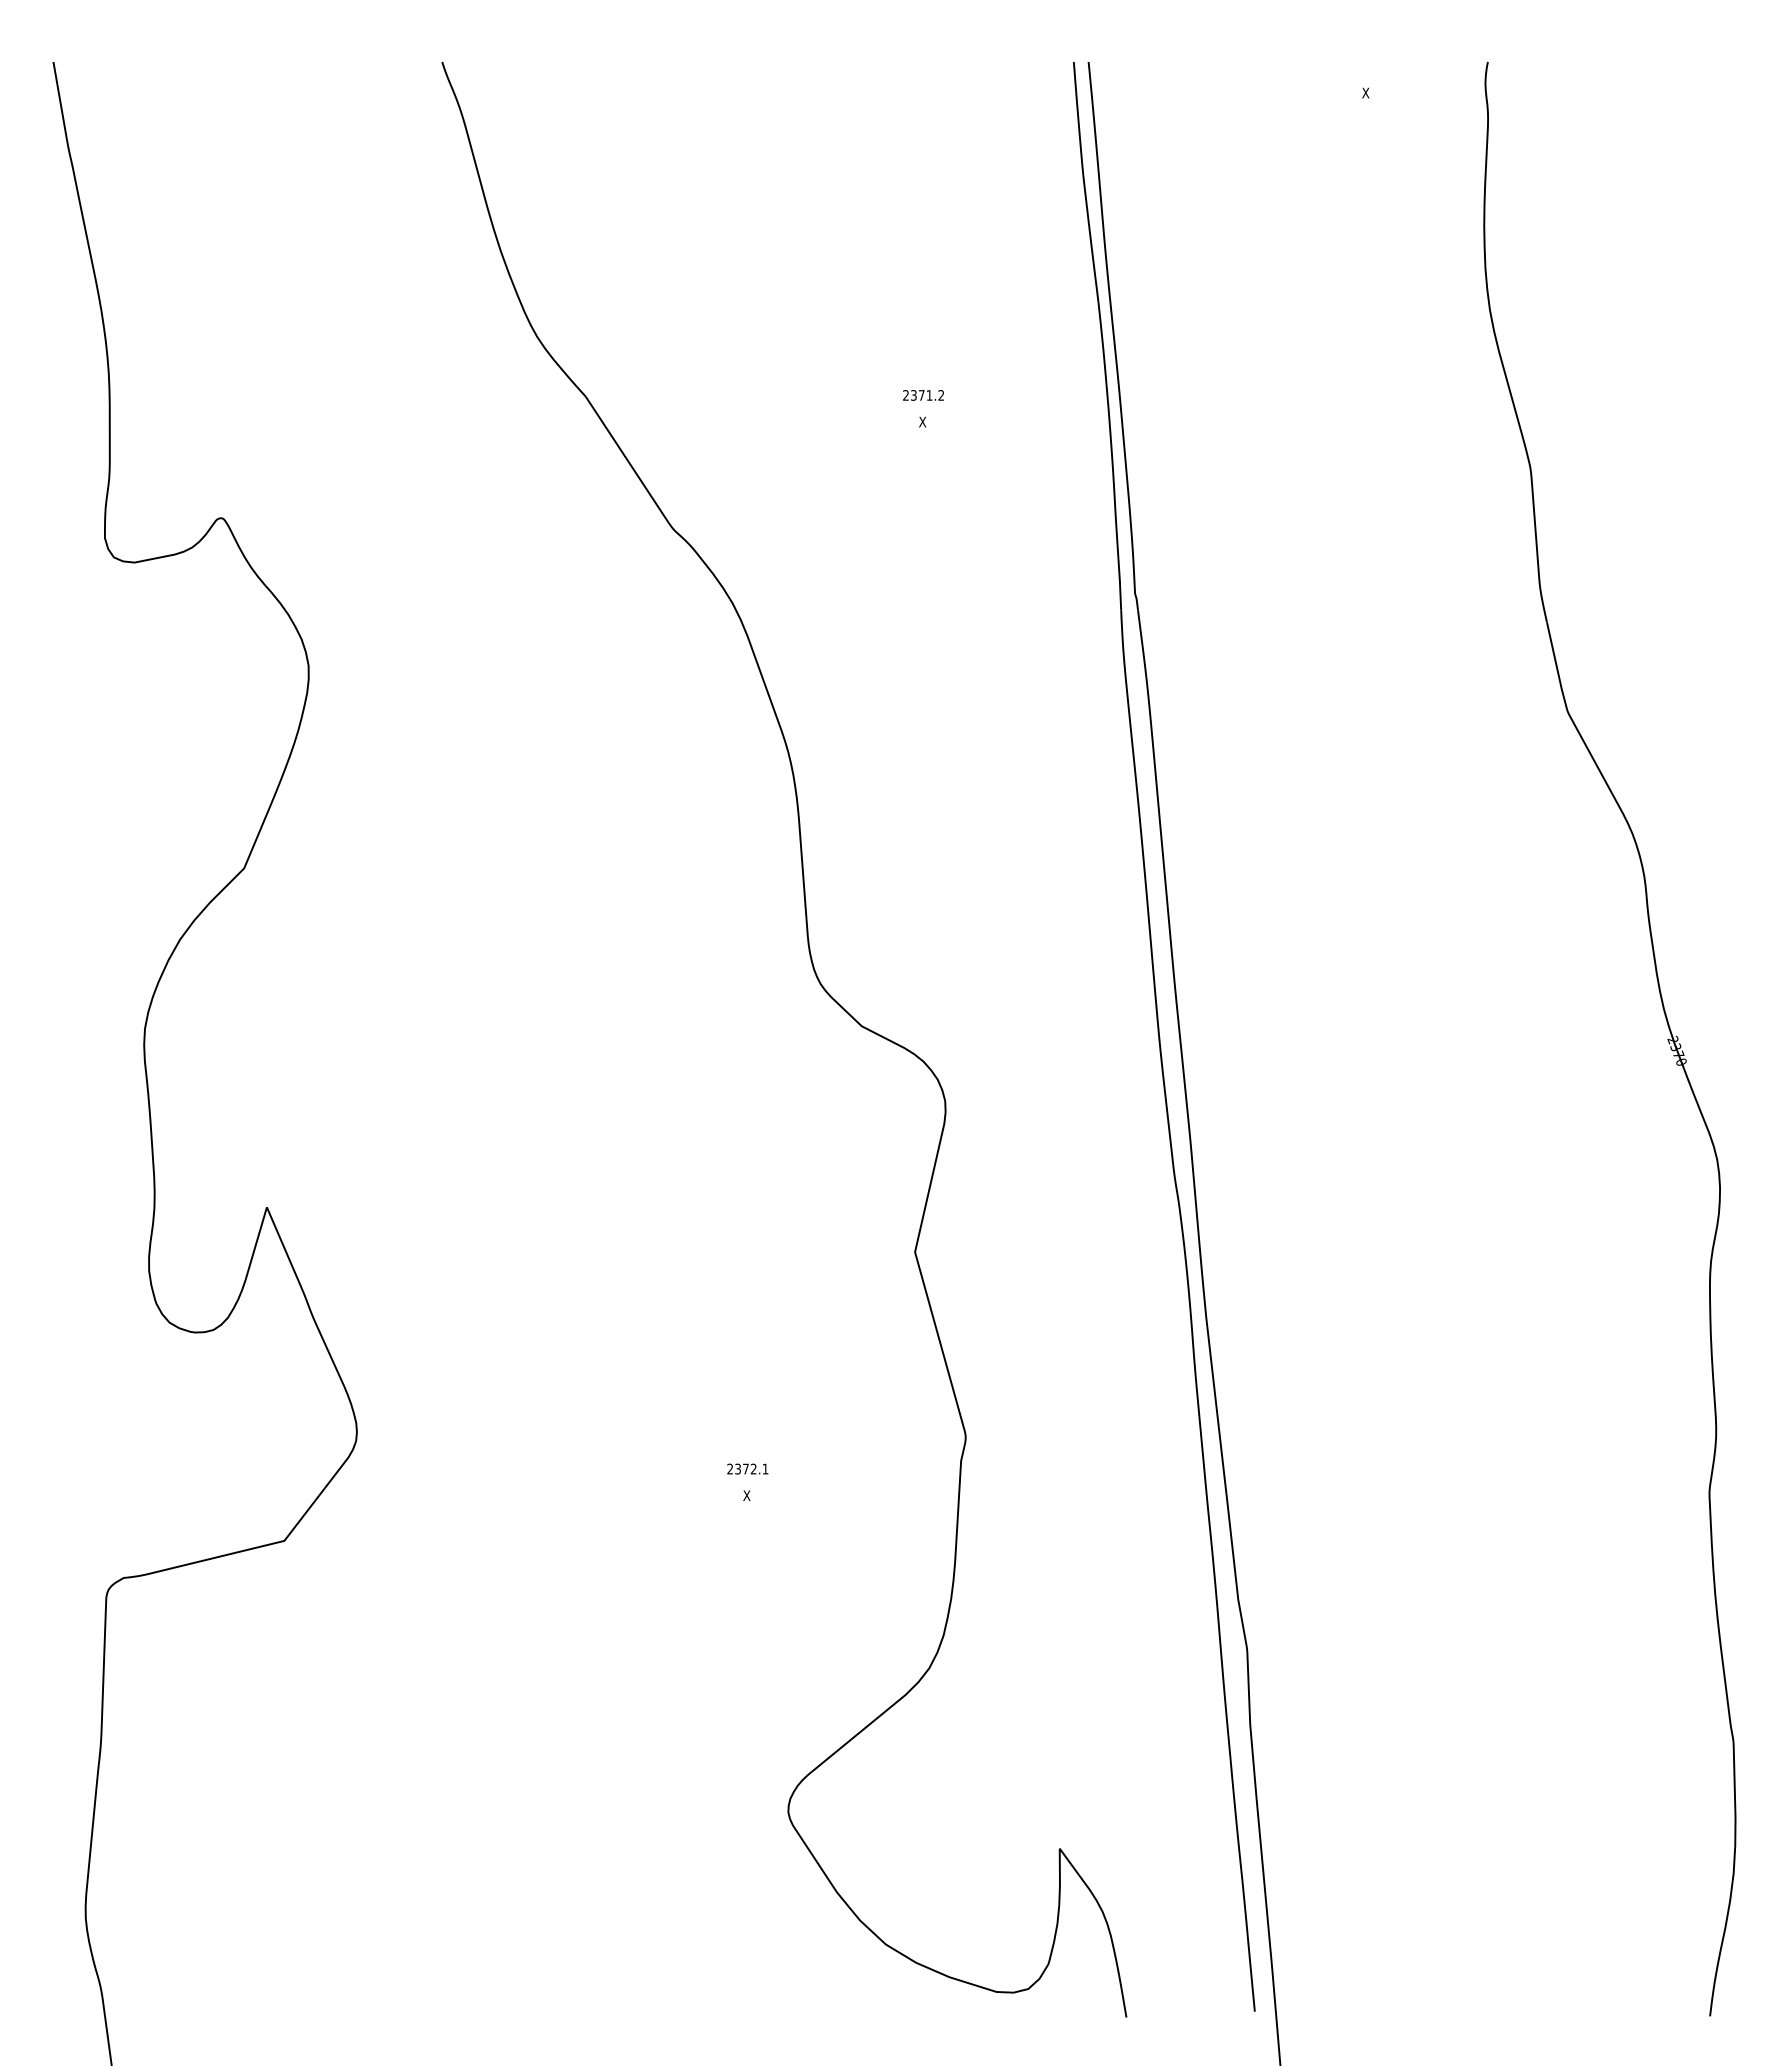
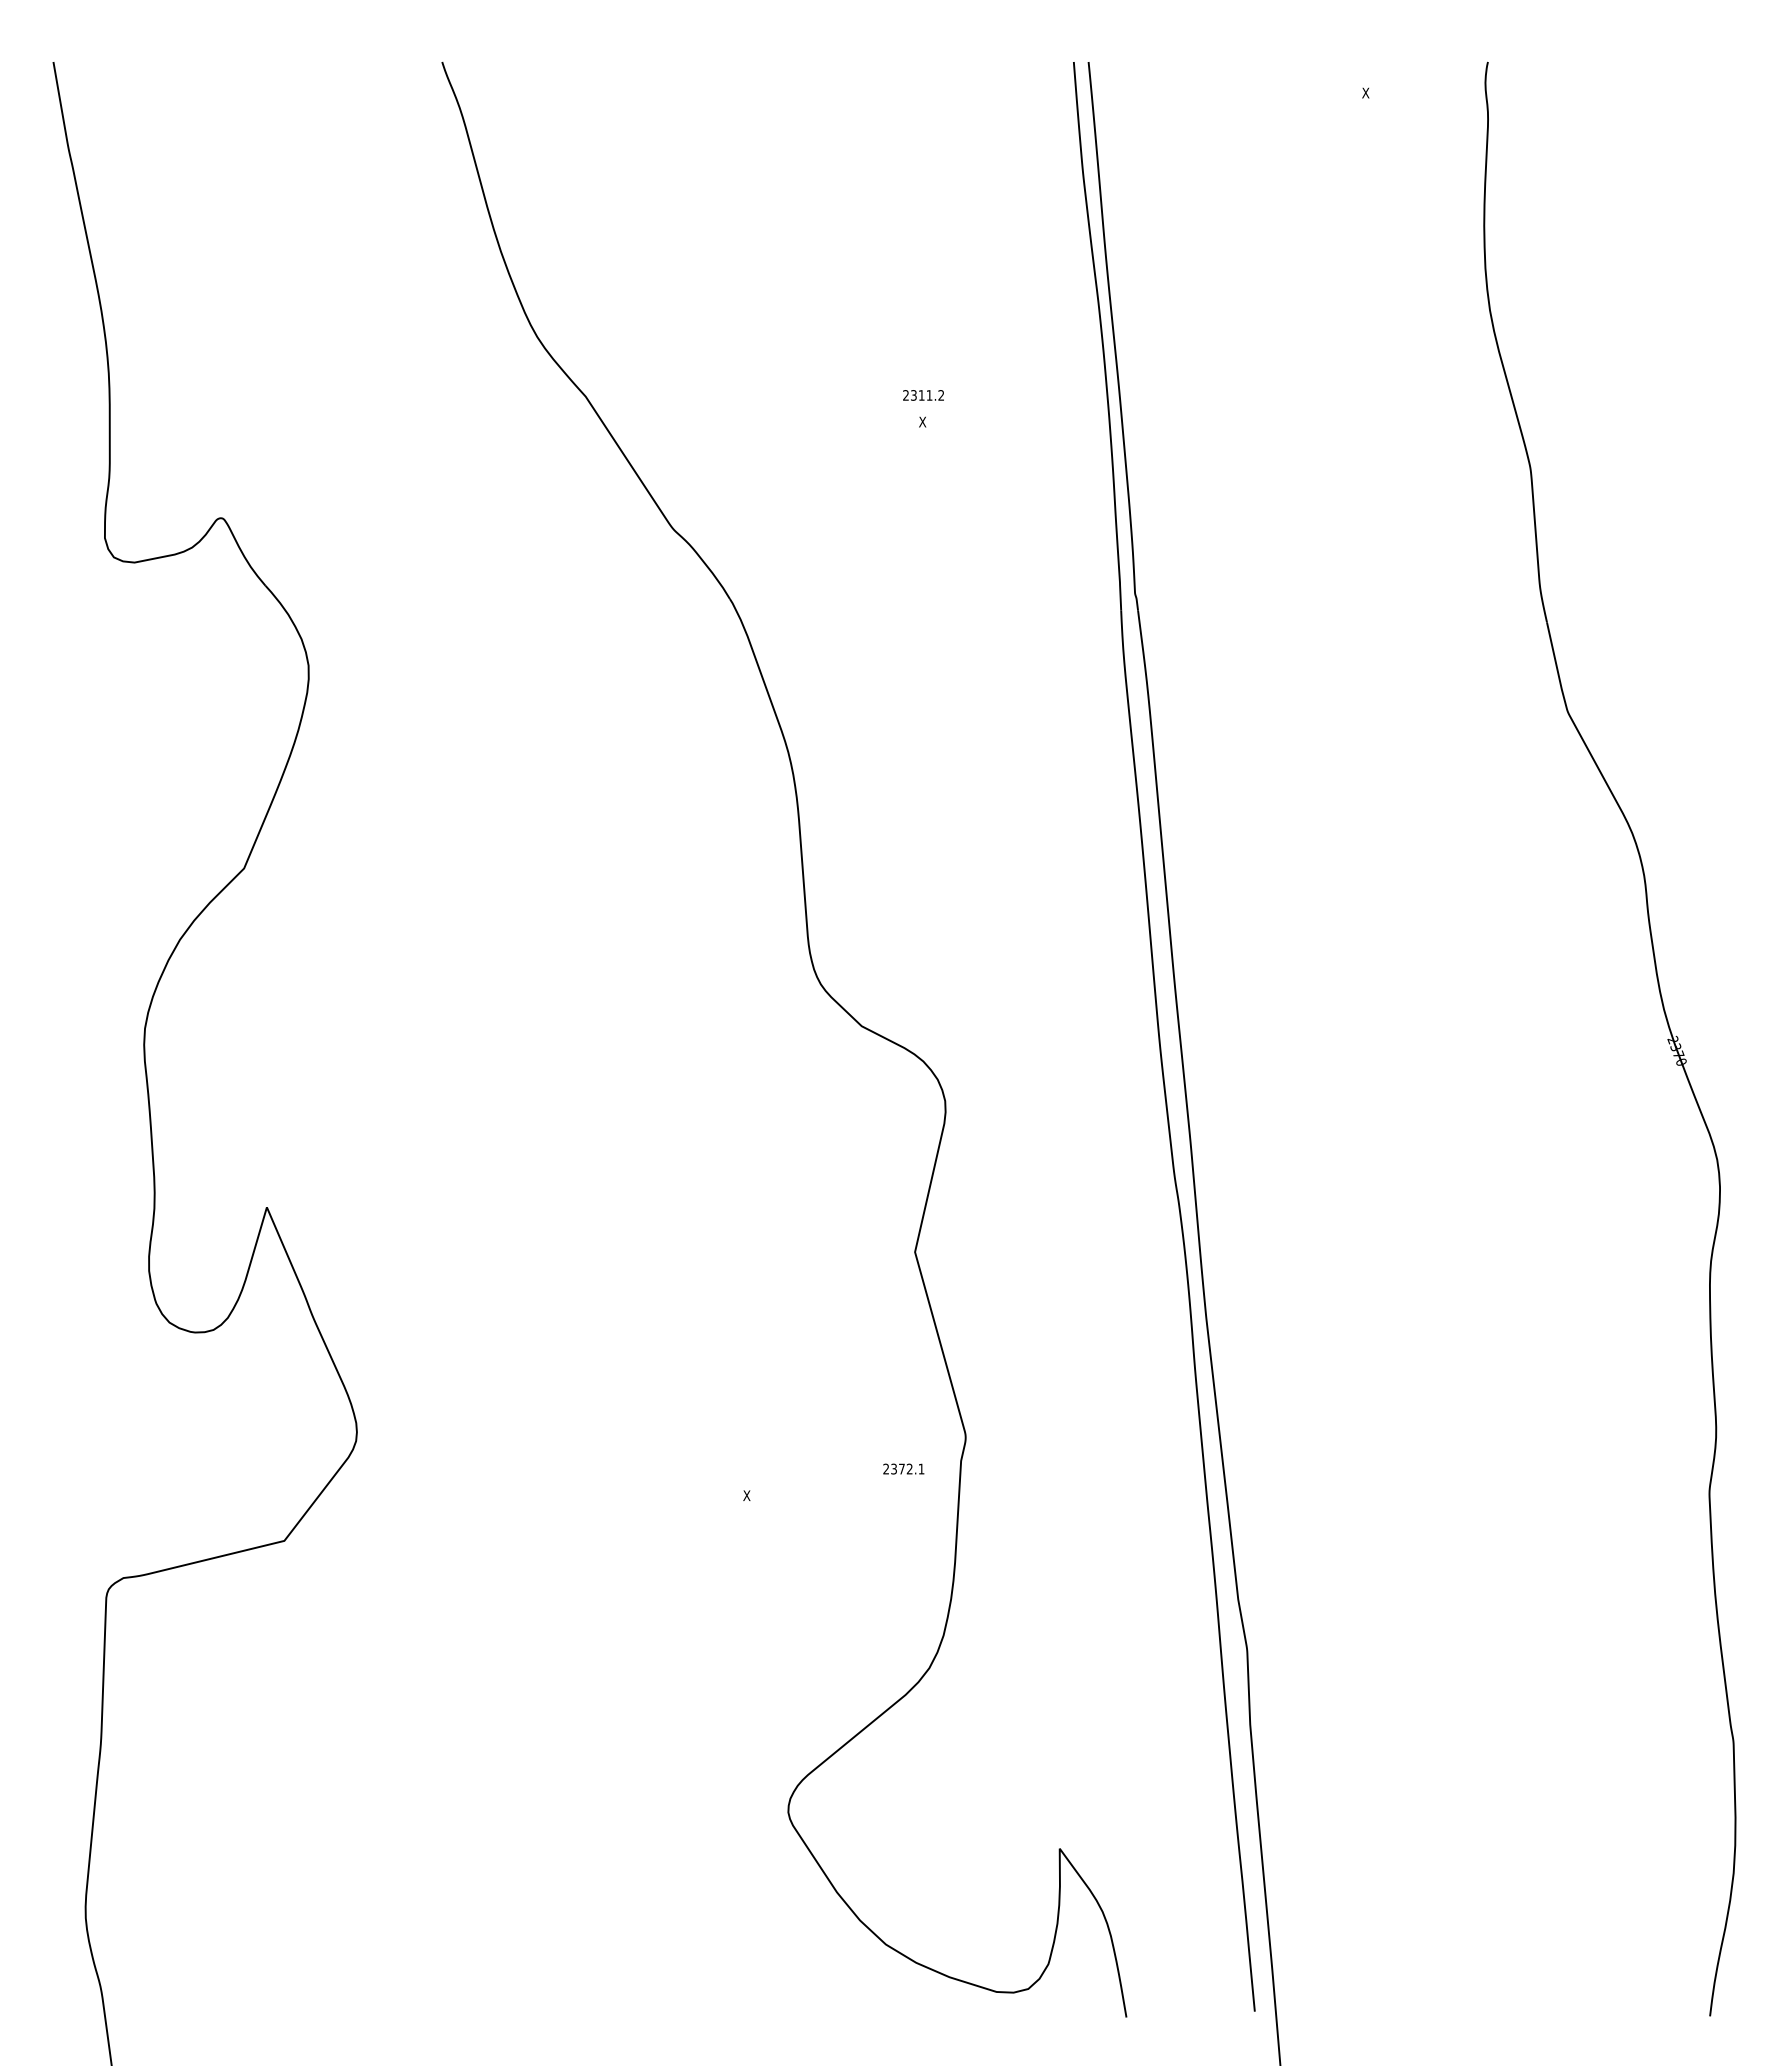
text at (921, 395): 2371.2 -> 2311.2
text at (747, 1468) position: (747, 1468) -> (903, 1468)
